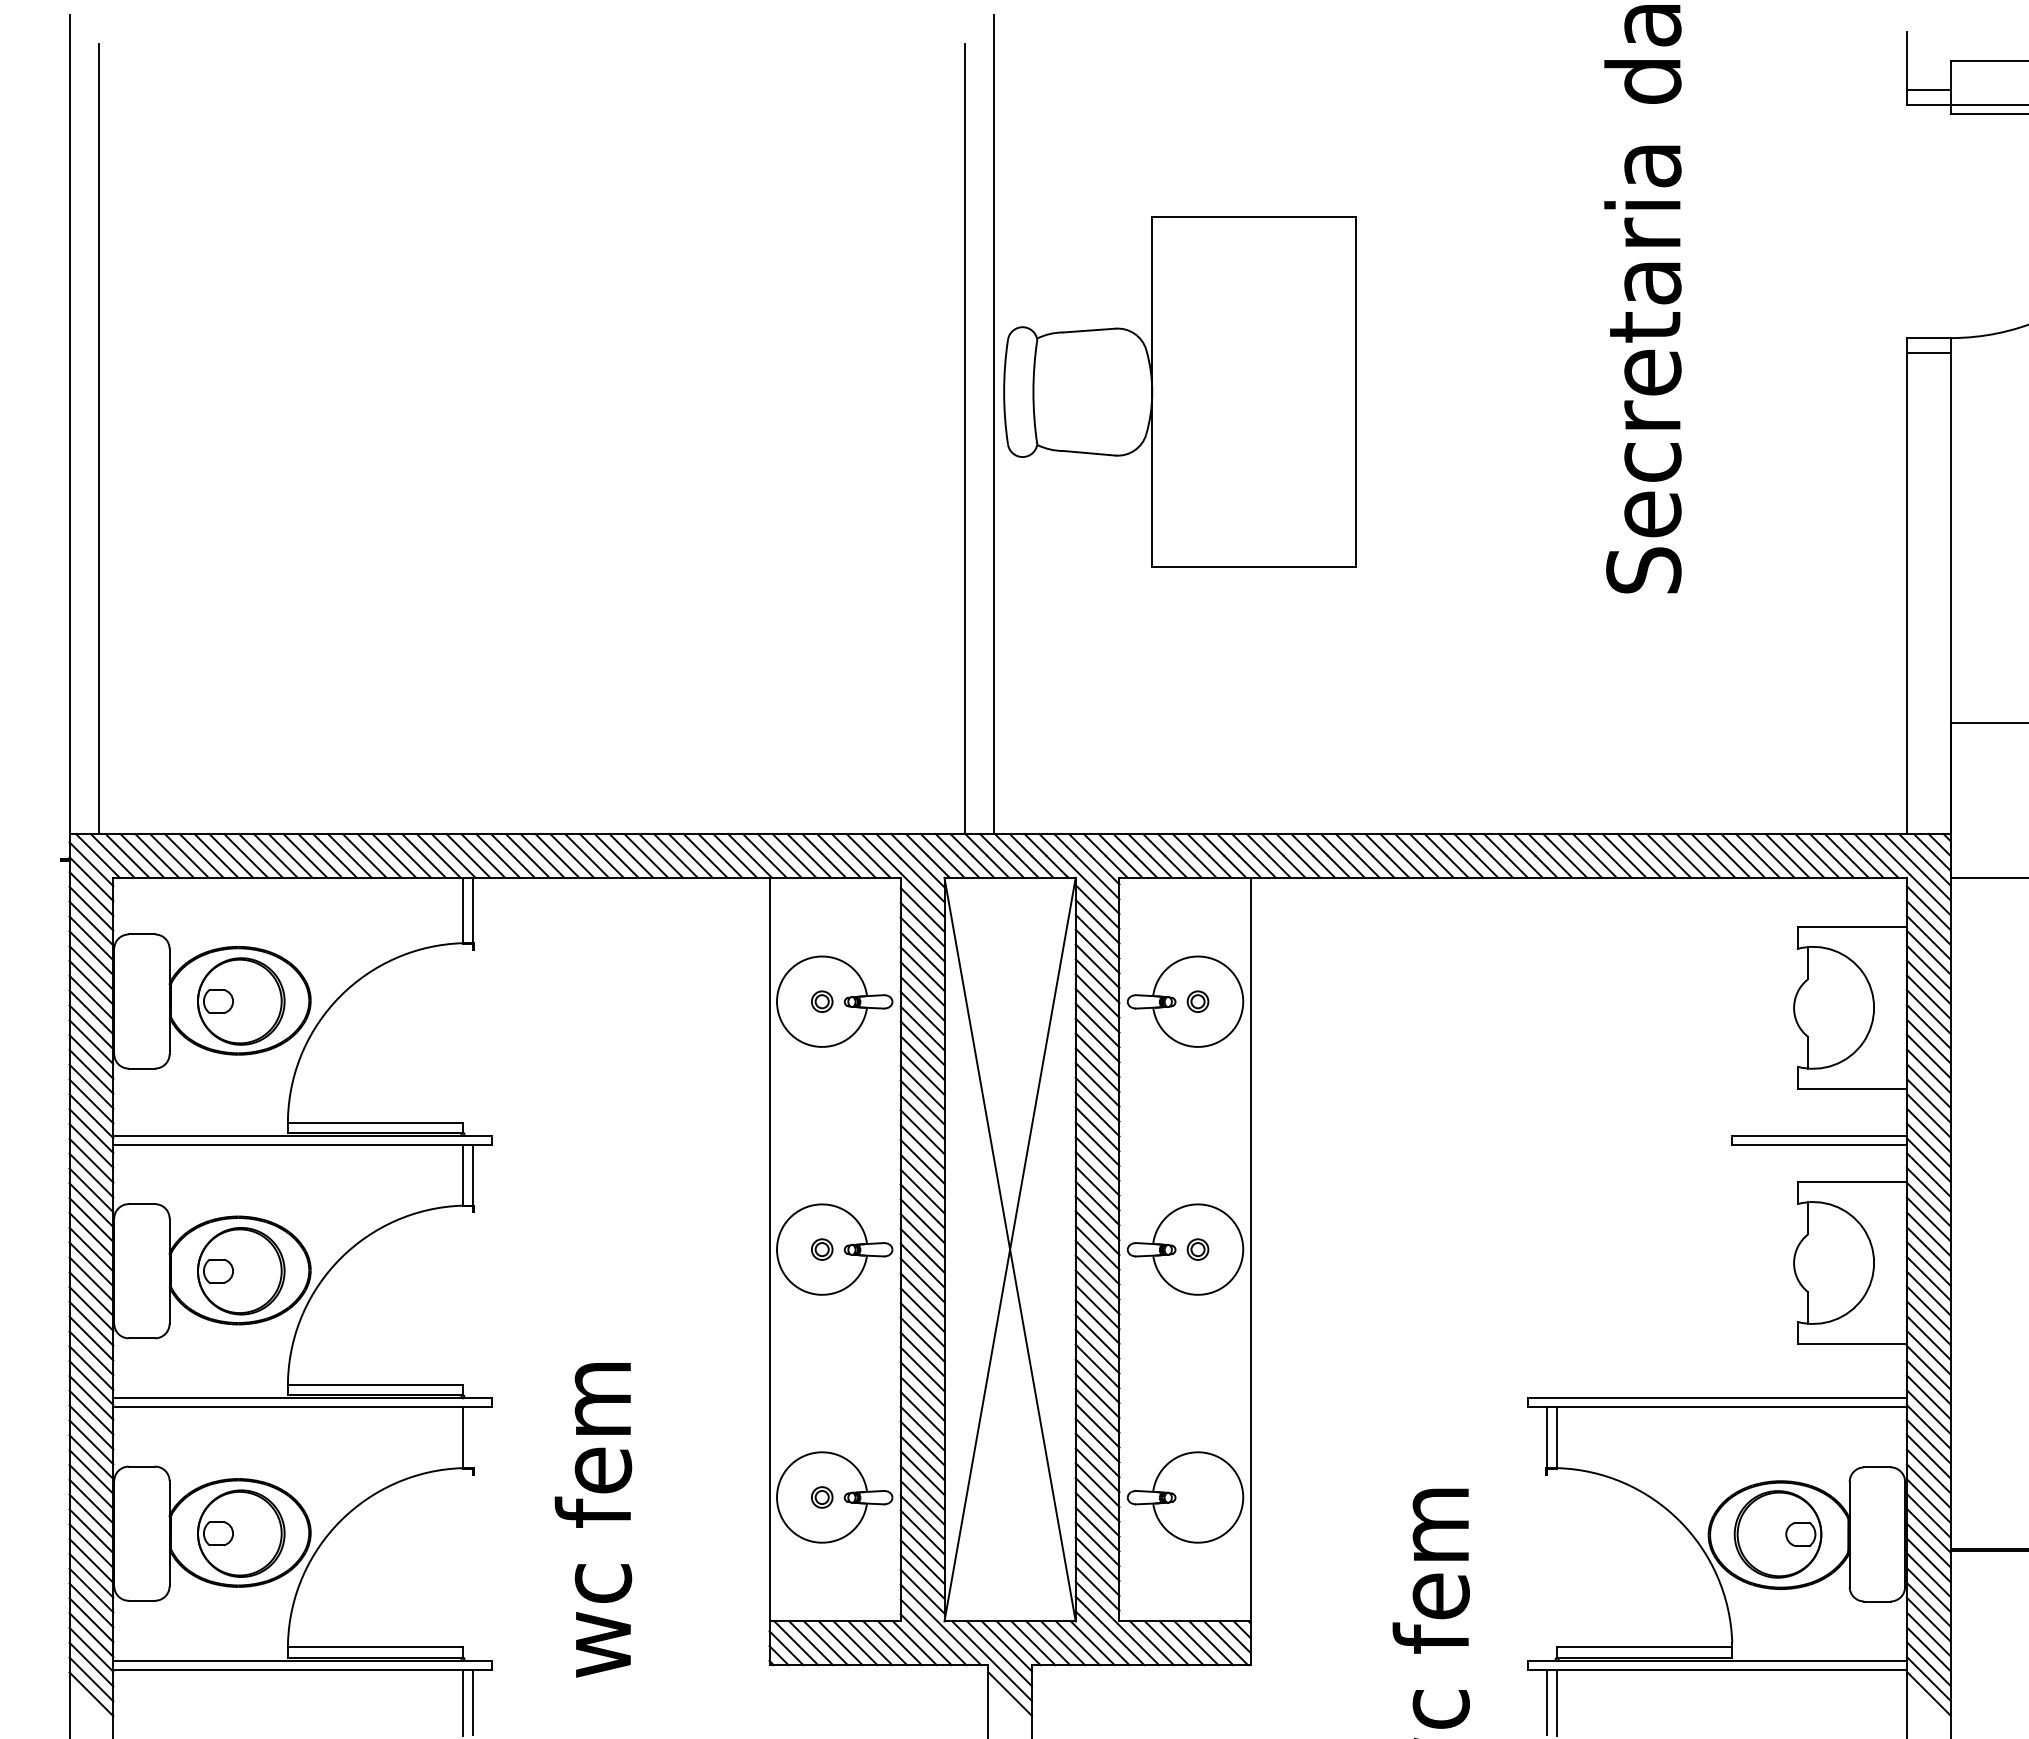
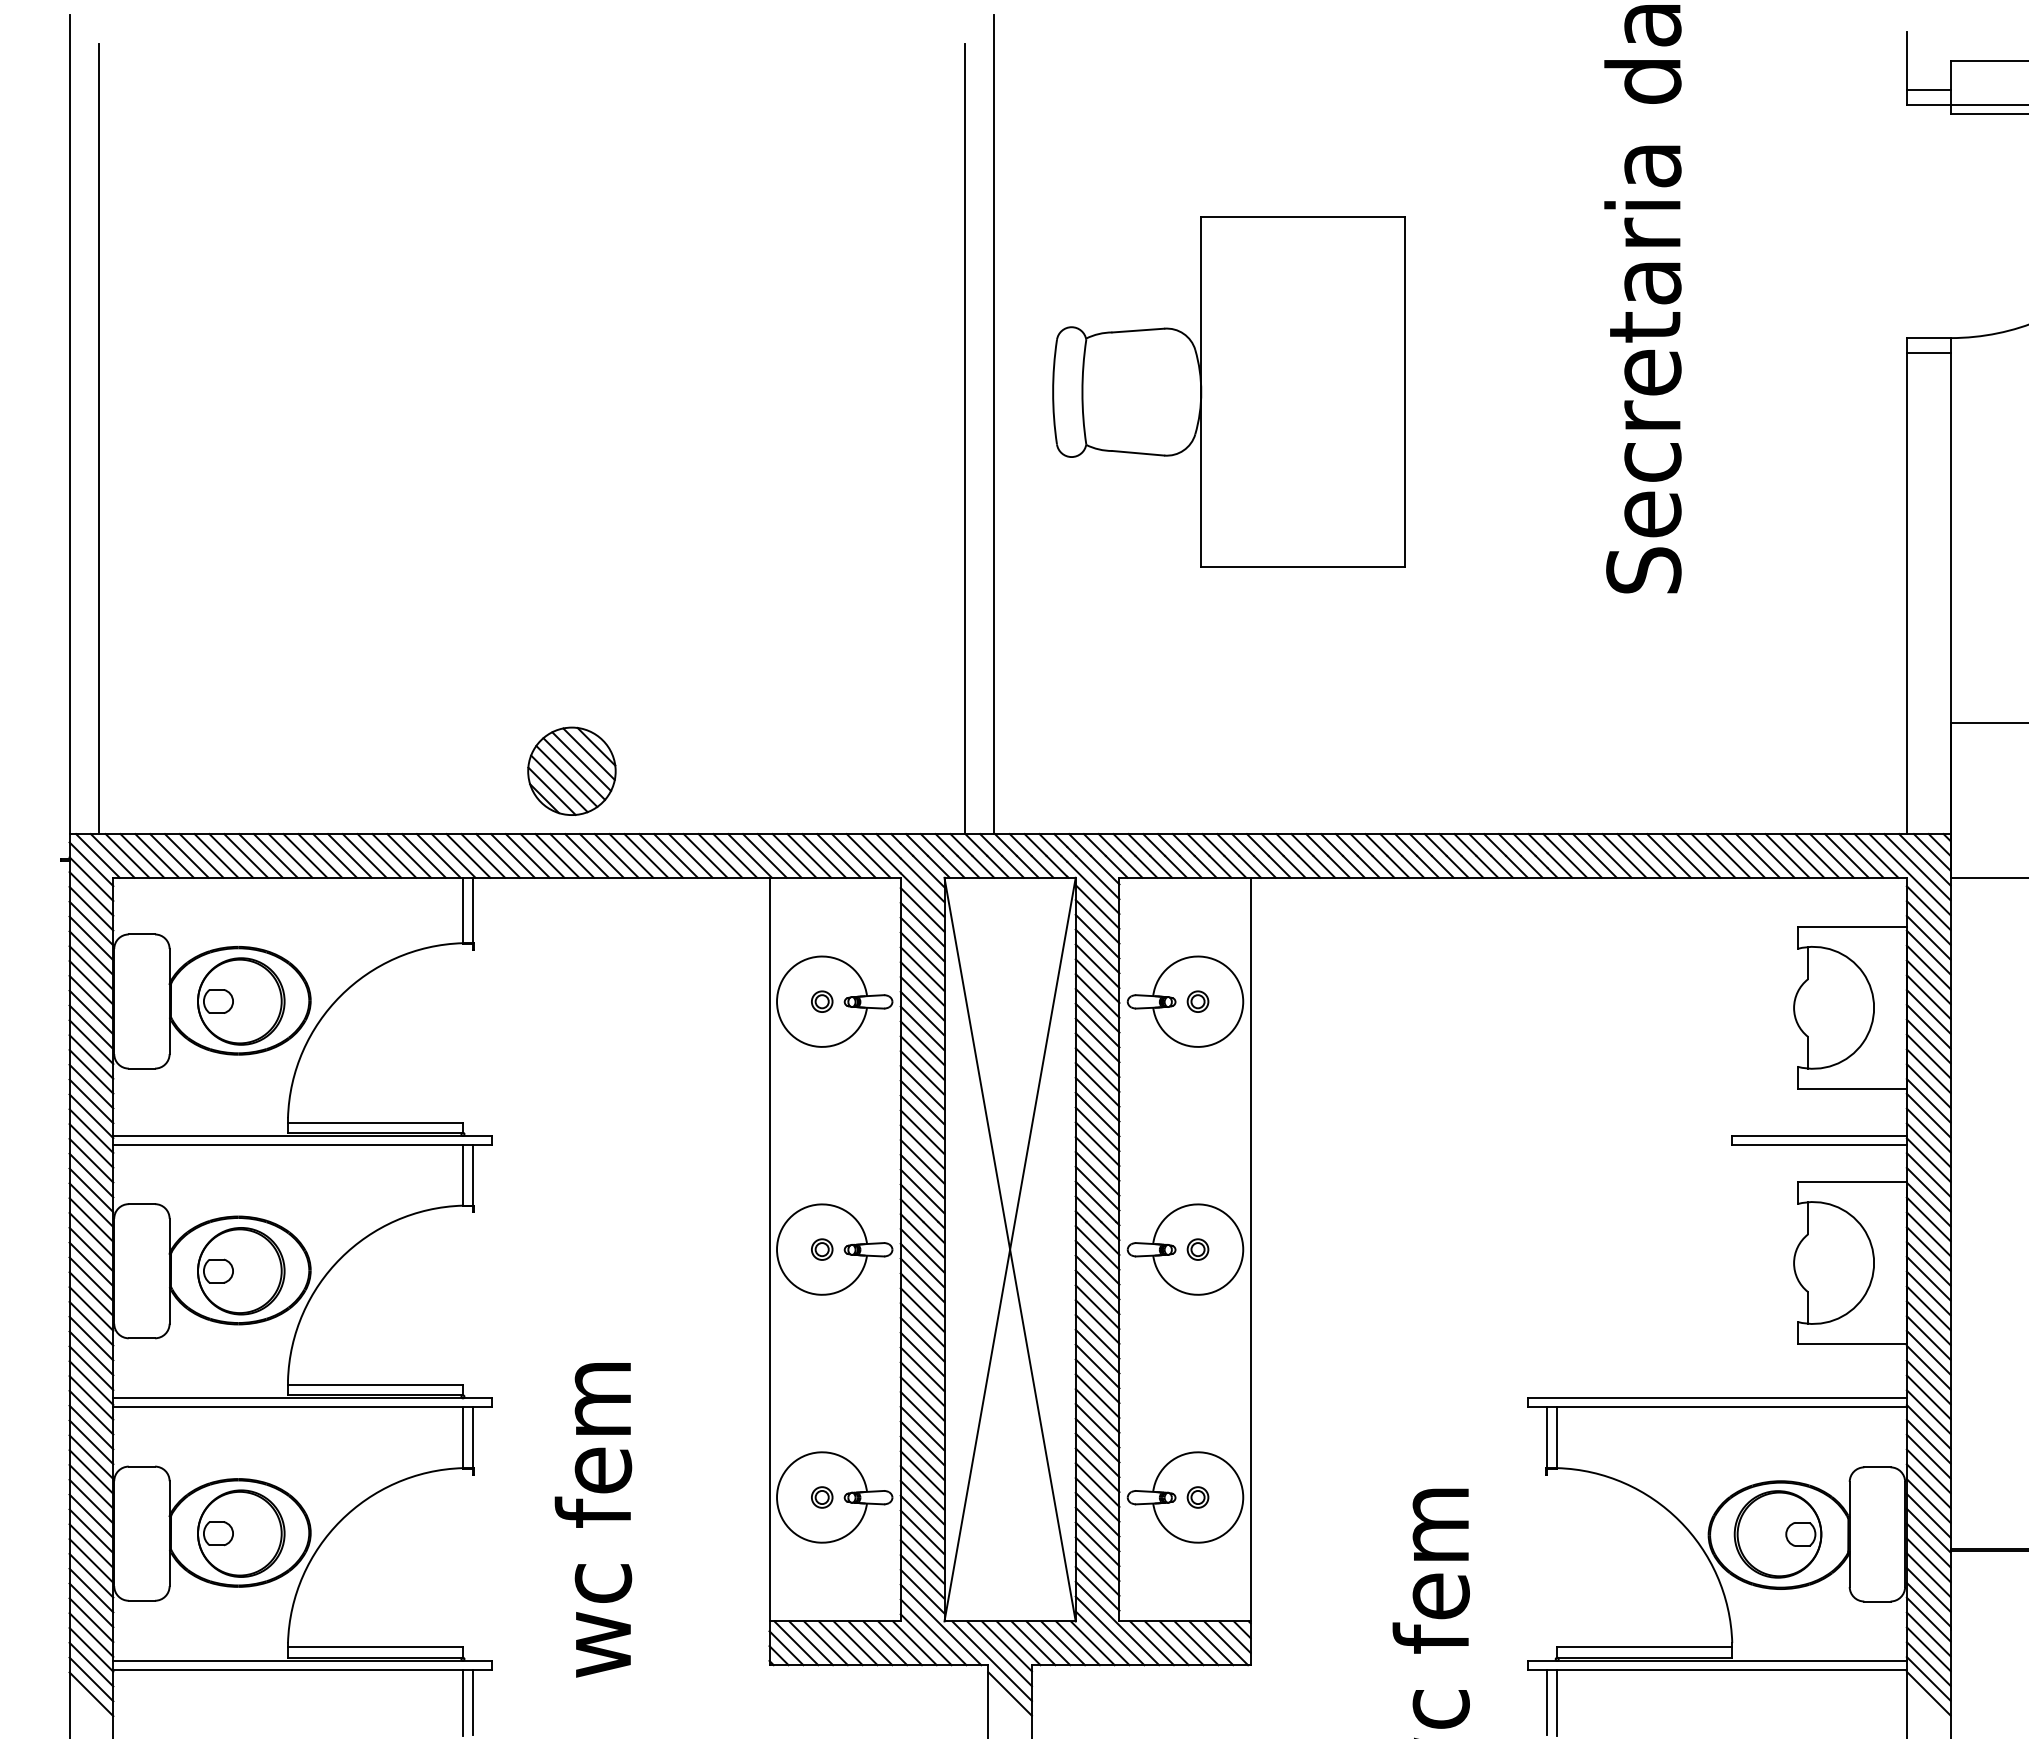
part at (1179, 391) position: (1179, 391) -> (1228, 391)
part at (571, 770): none -> present
line at (473, 1437): none -> present
part at (1197, 1497): none -> present
